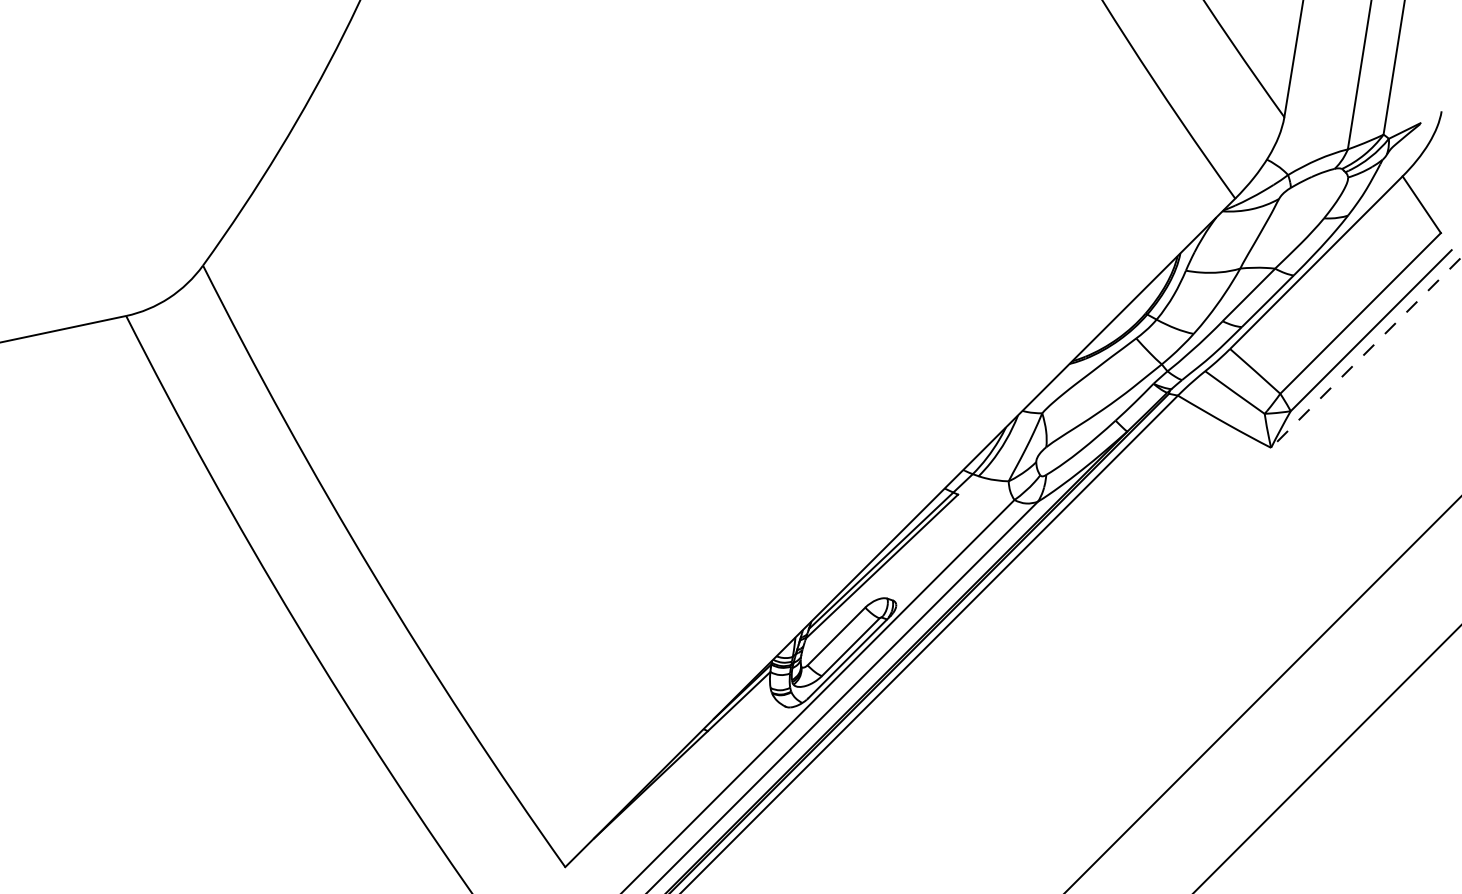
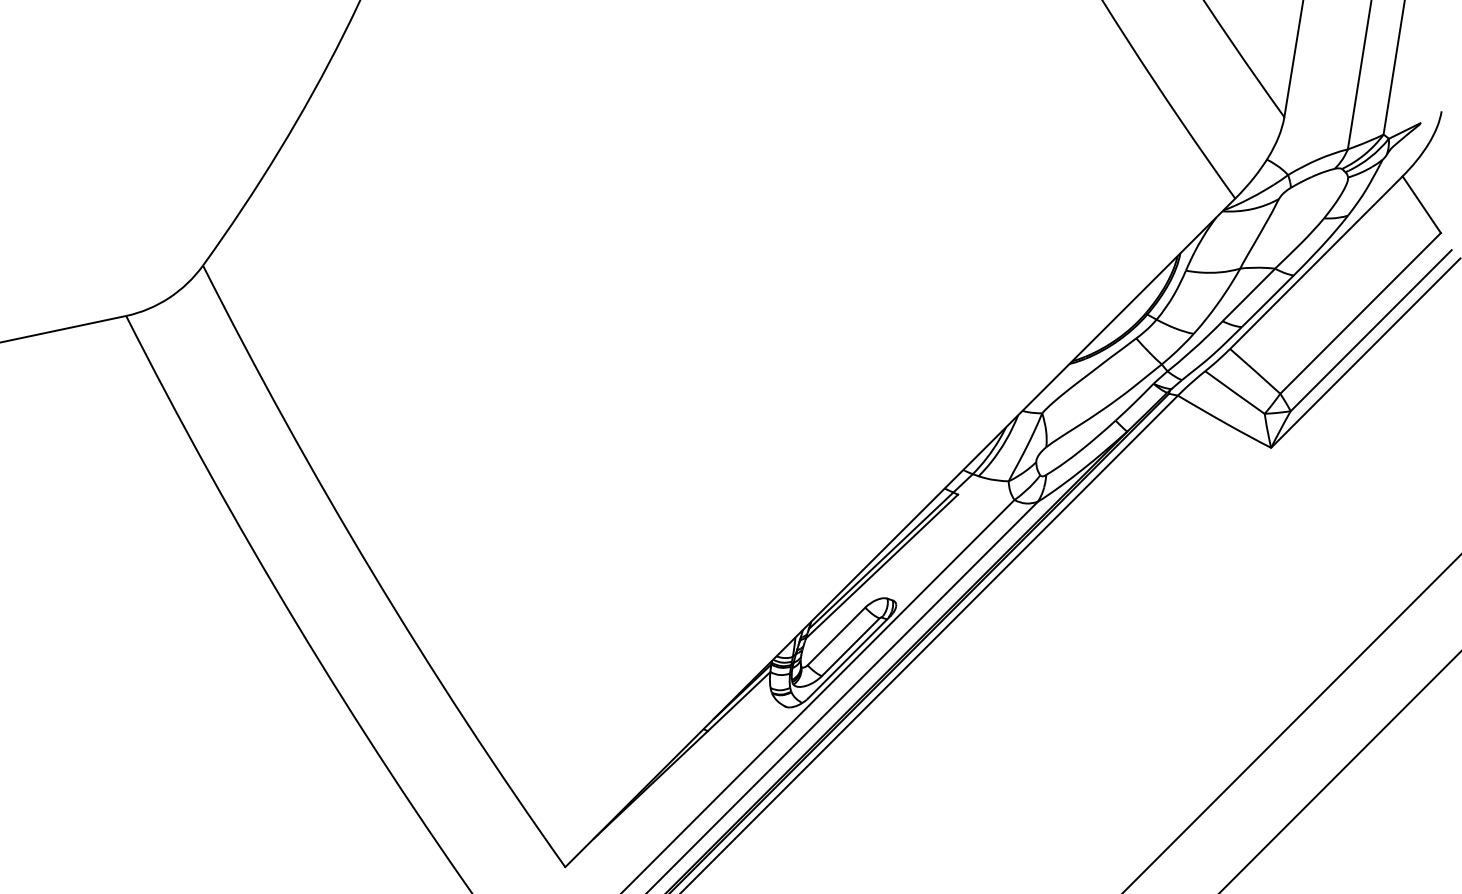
line at (1365, 353): dashed -> solid
line at (1262, 694) position: (1262, 694) -> (1291, 723)
line at (1327, 758) position: (1327, 758) -> (1340, 772)
